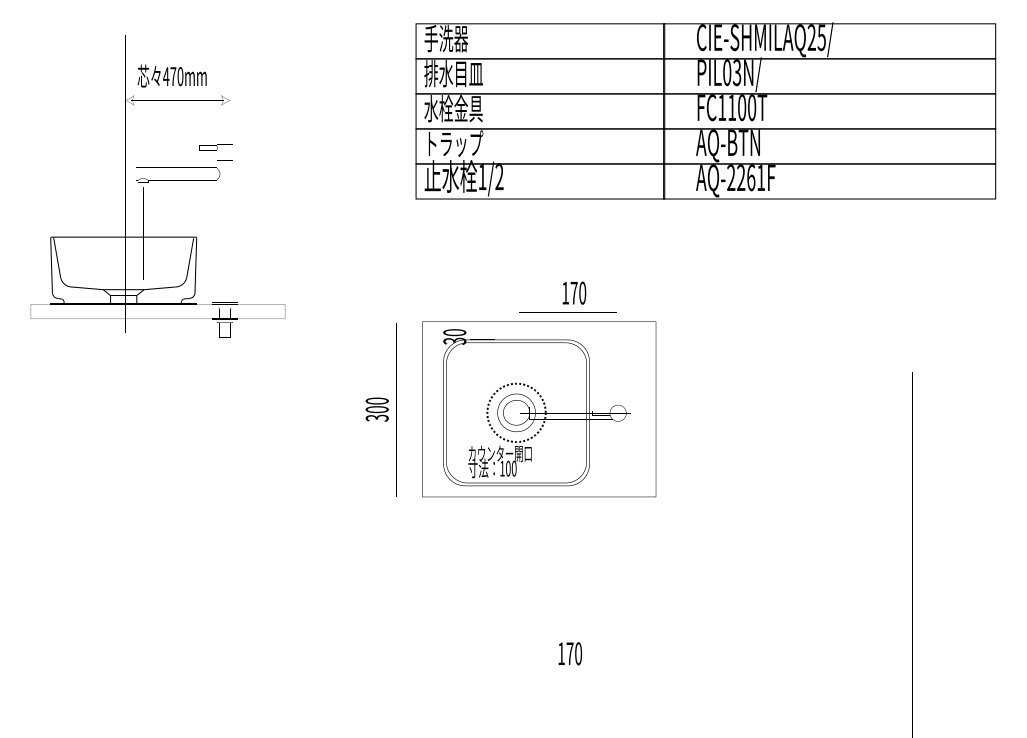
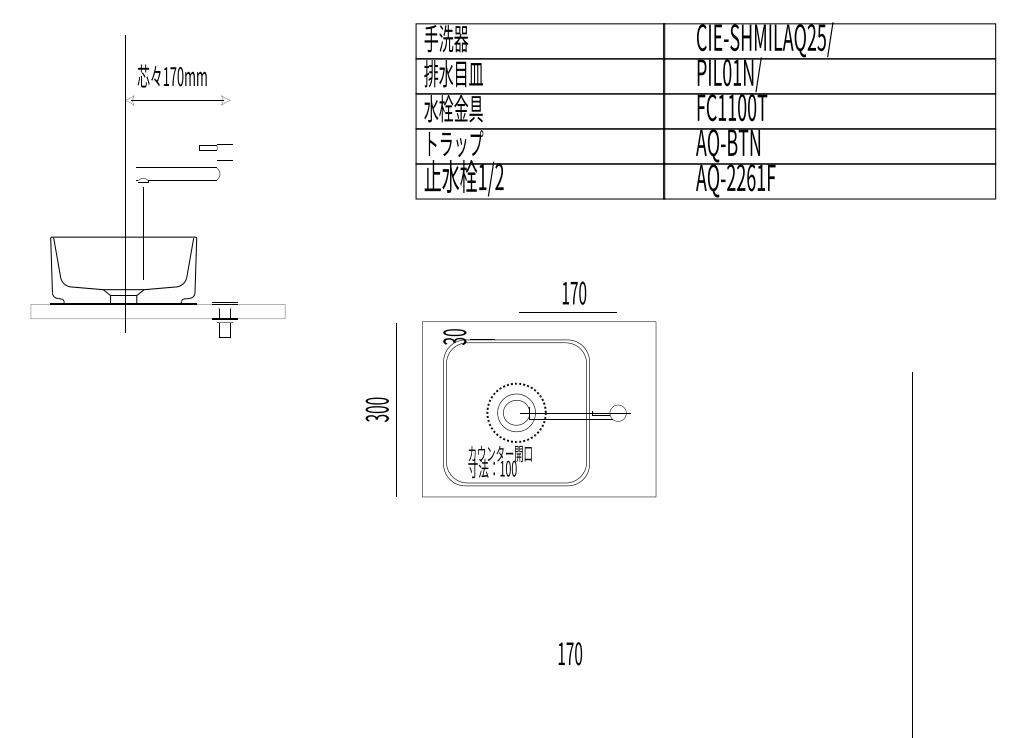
text at (736, 72): PIL03N/ -> PIL01N/
text at (166, 76): 470mm -> 170mm
